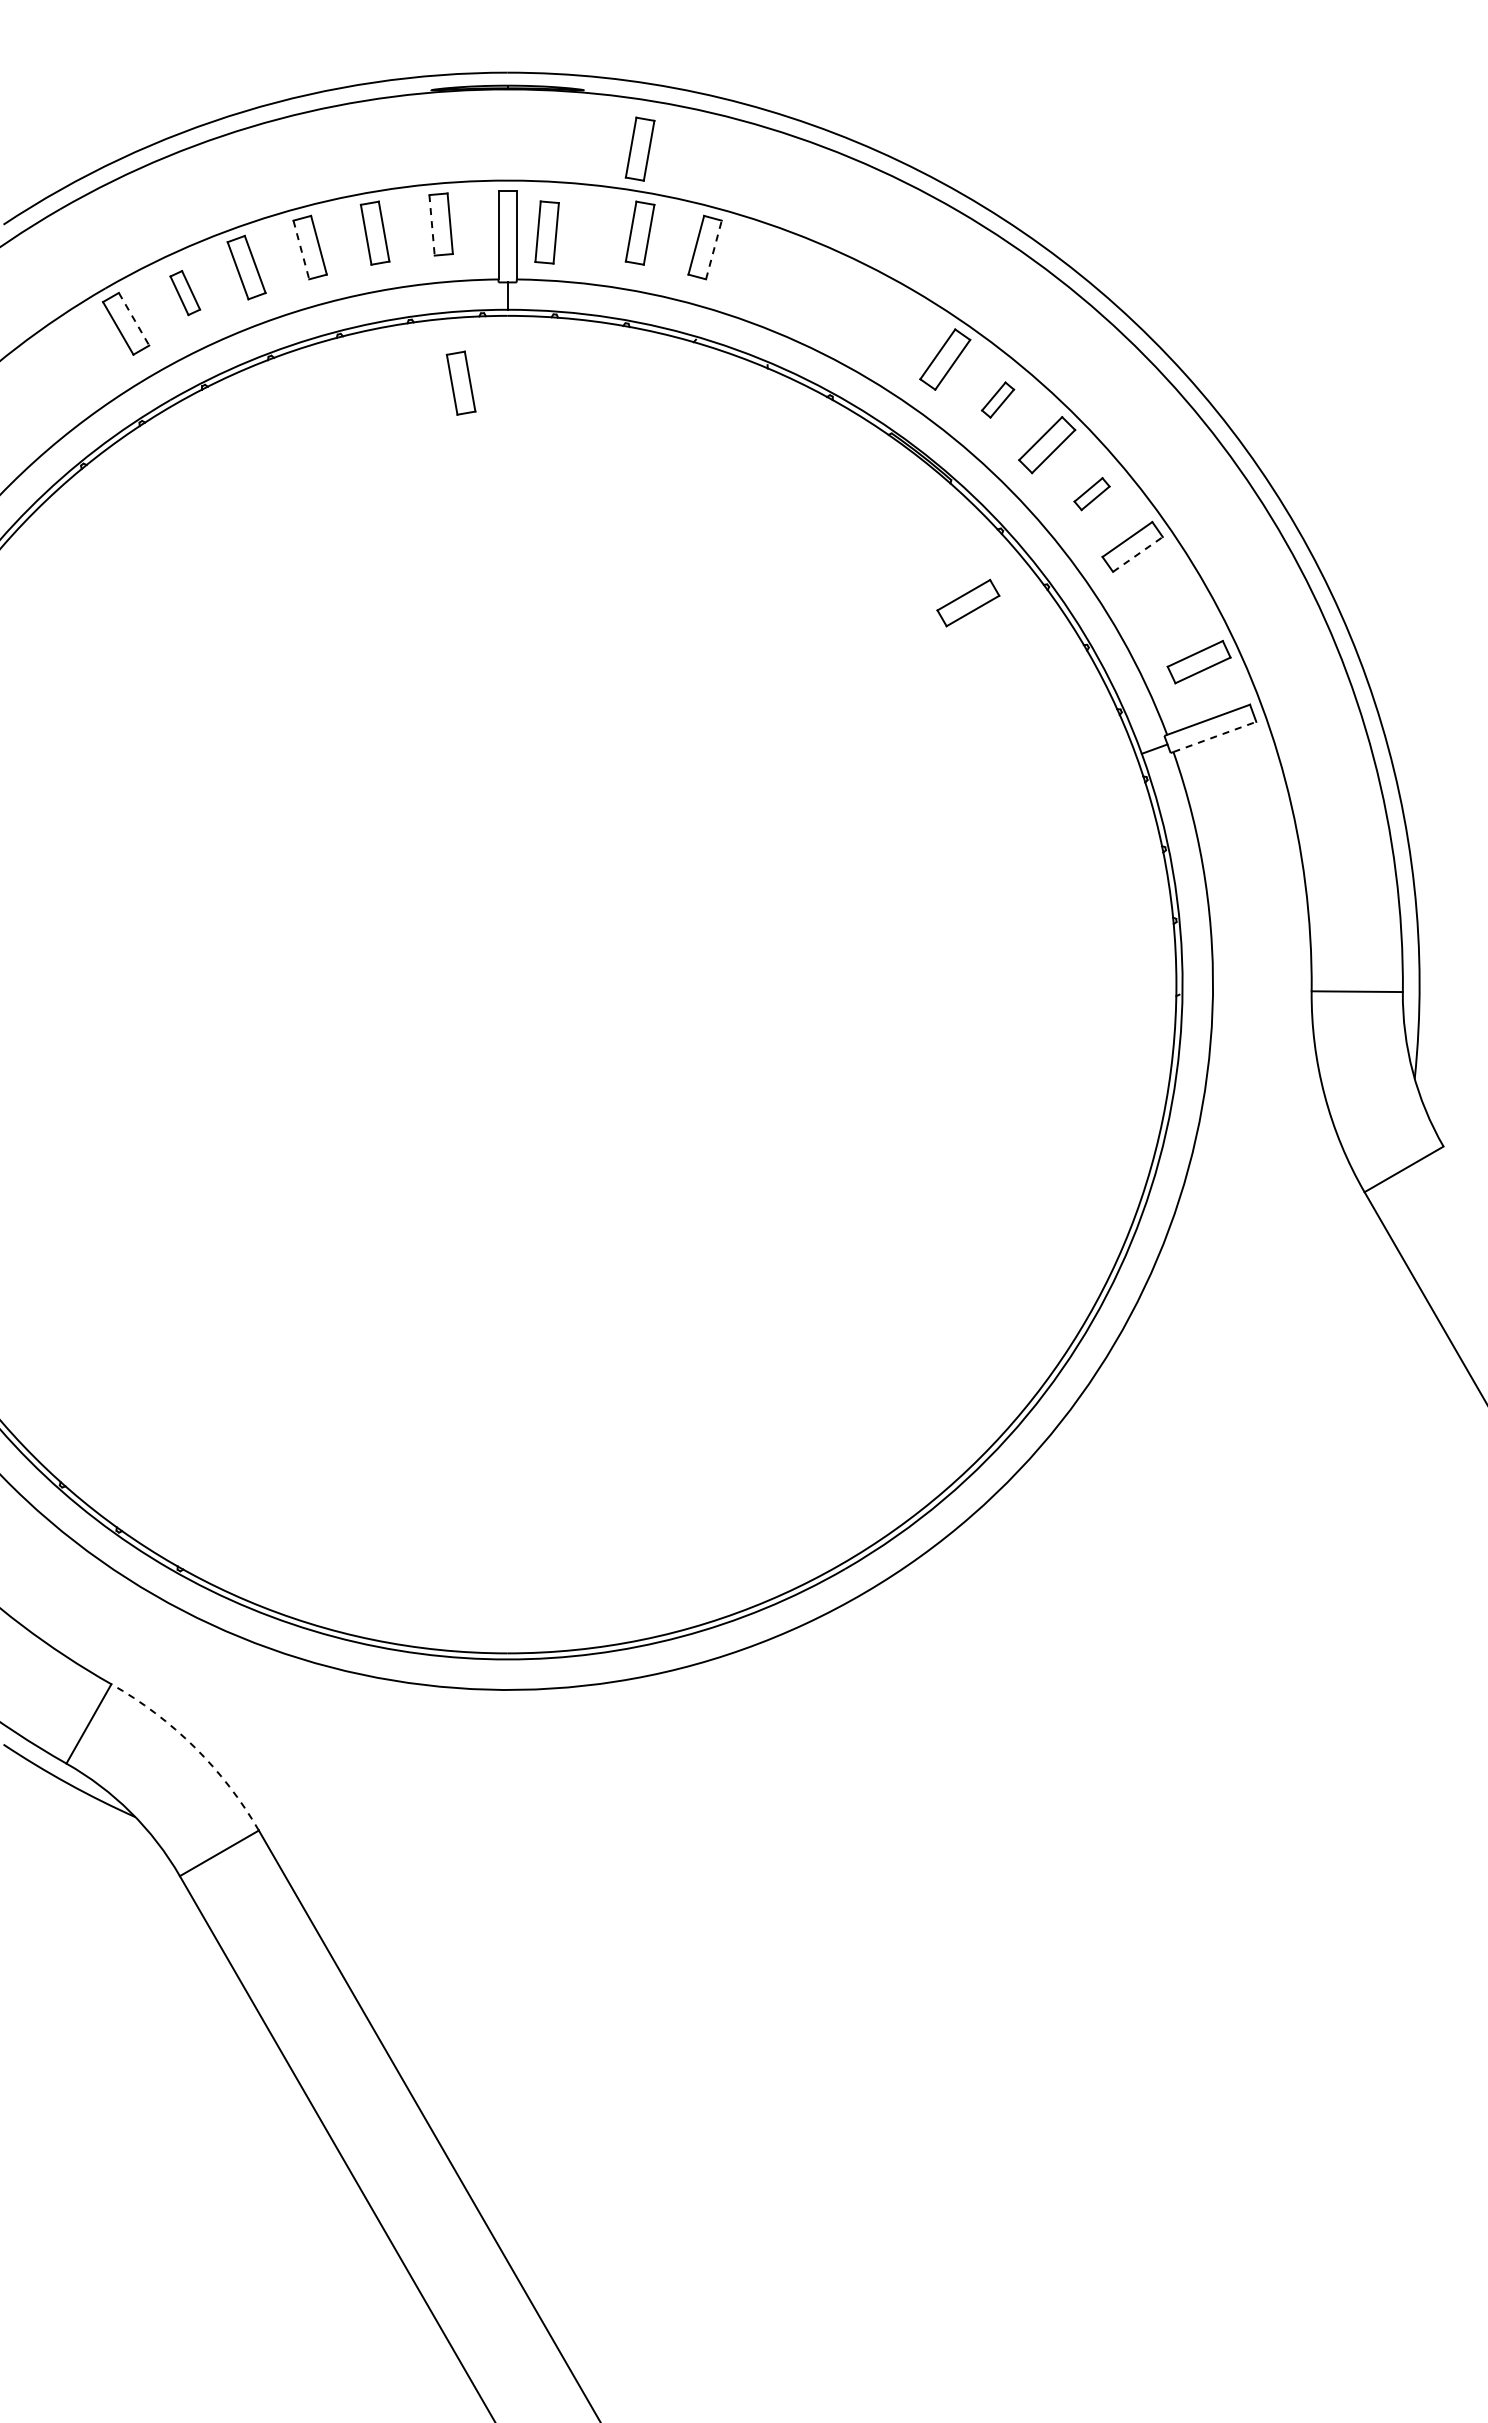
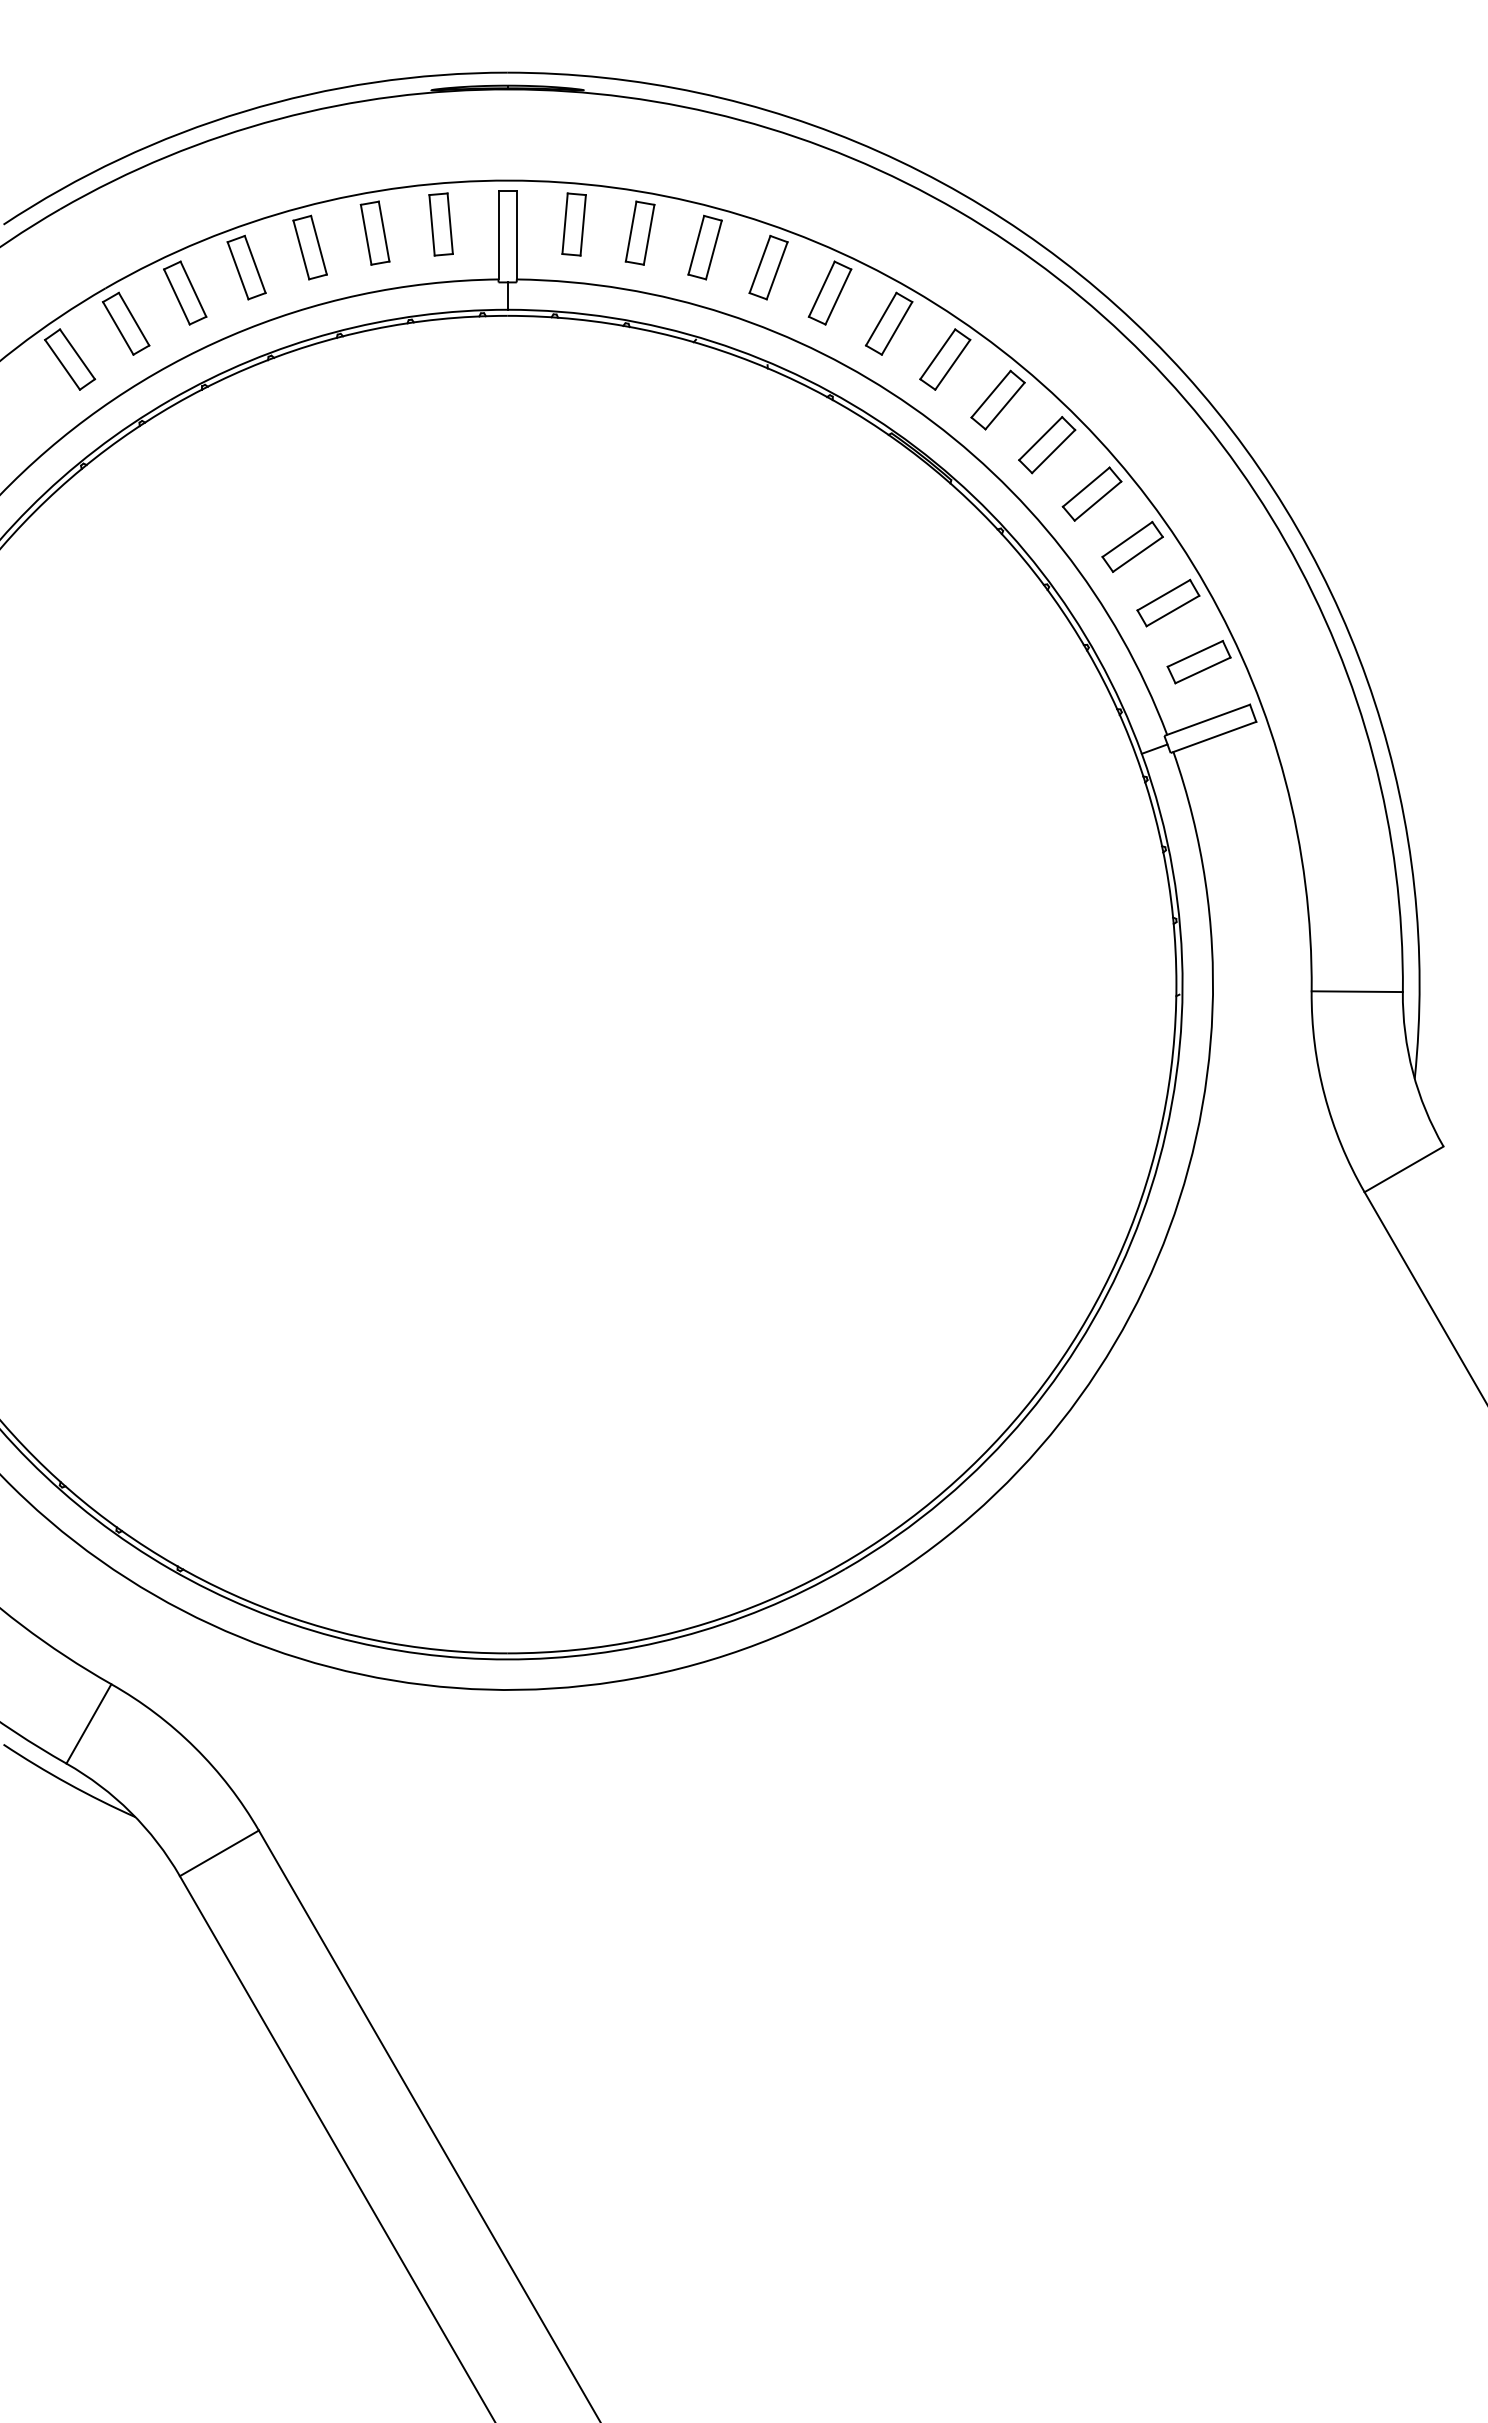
part at (639, 148): present -> none
line at (432, 225): dashed -> solid
part at (546, 232) position: (546, 232) -> (573, 224)
line at (714, 249): dashed -> solid
line at (301, 250): dashed -> solid
part at (768, 267): none -> present
part at (829, 292): none -> present
part at (185, 293) size: 33x47 px -> 45x66 px
line at (134, 319): dashed -> solid
part at (888, 323): none -> present
part at (70, 359): none -> present
part at (460, 382): present -> none
part at (998, 399) size: 35x38 px -> 56x62 px
part at (1091, 494) size: 38x35 px -> 62x56 px
line at (1138, 554): dashed -> solid
part at (968, 602) position: (968, 602) -> (1168, 602)
line at (1215, 736): dashed -> solid
arc at (194, 1747): dashed -> solid
